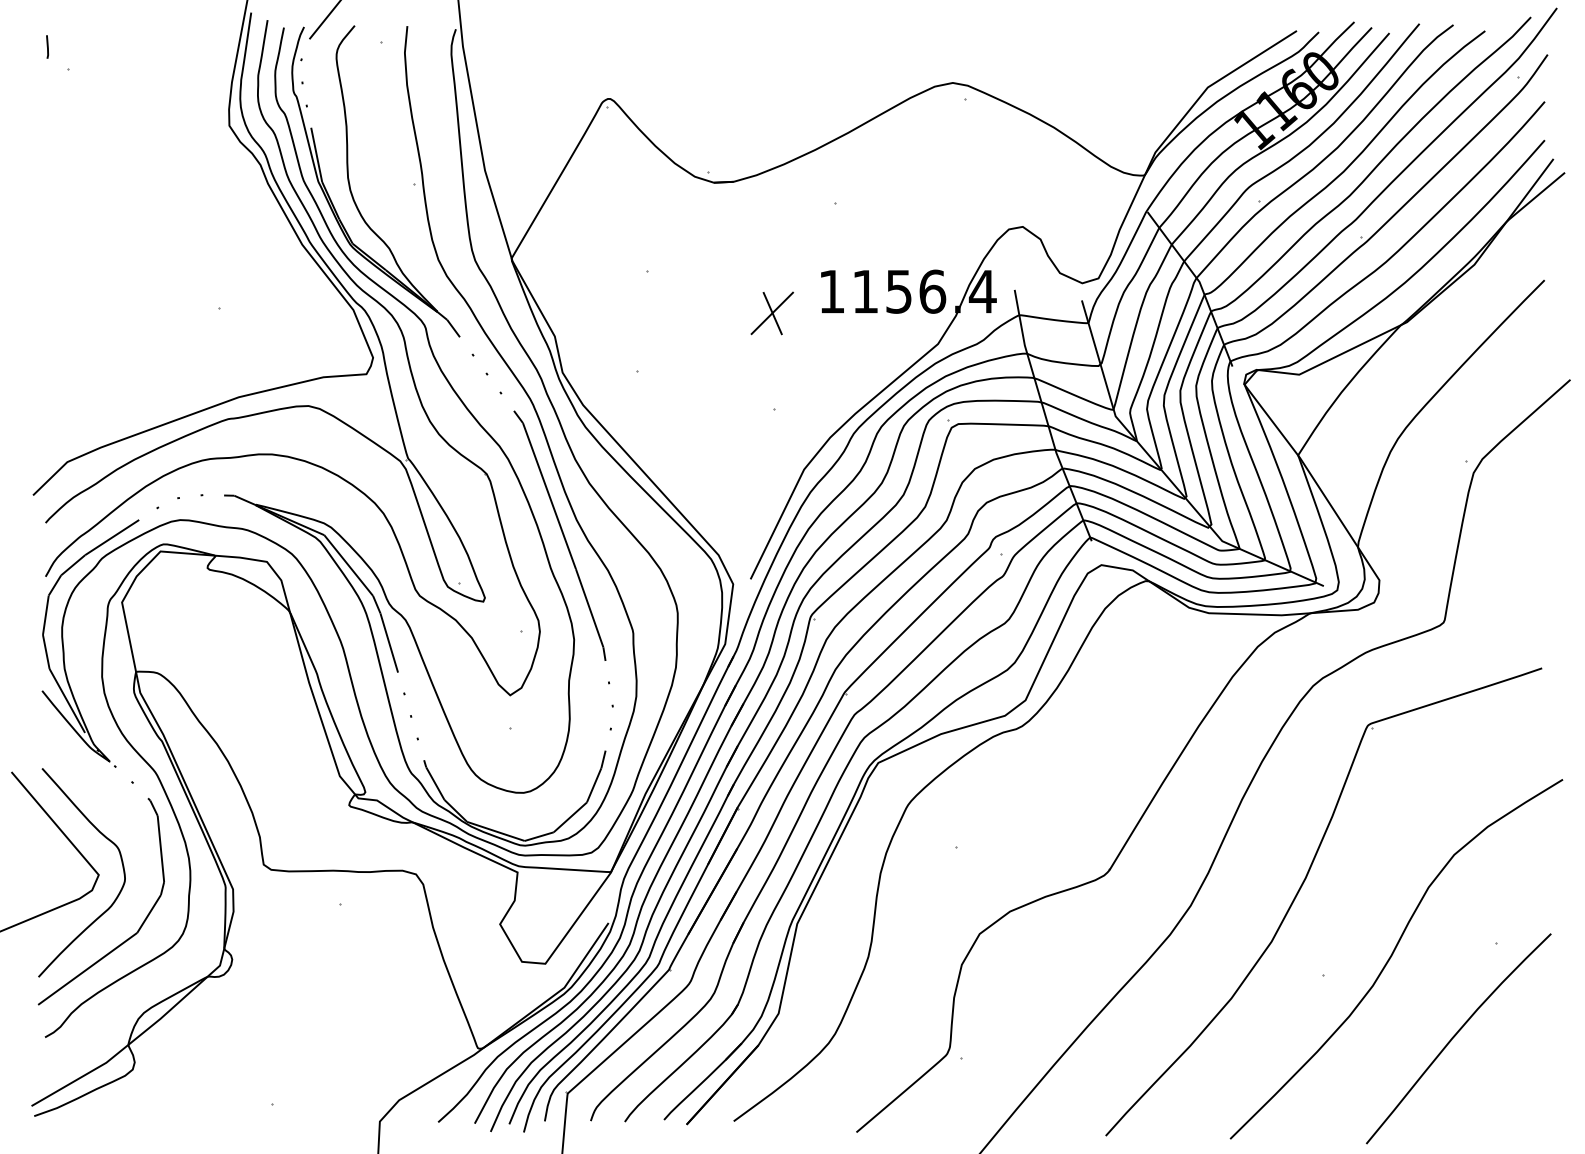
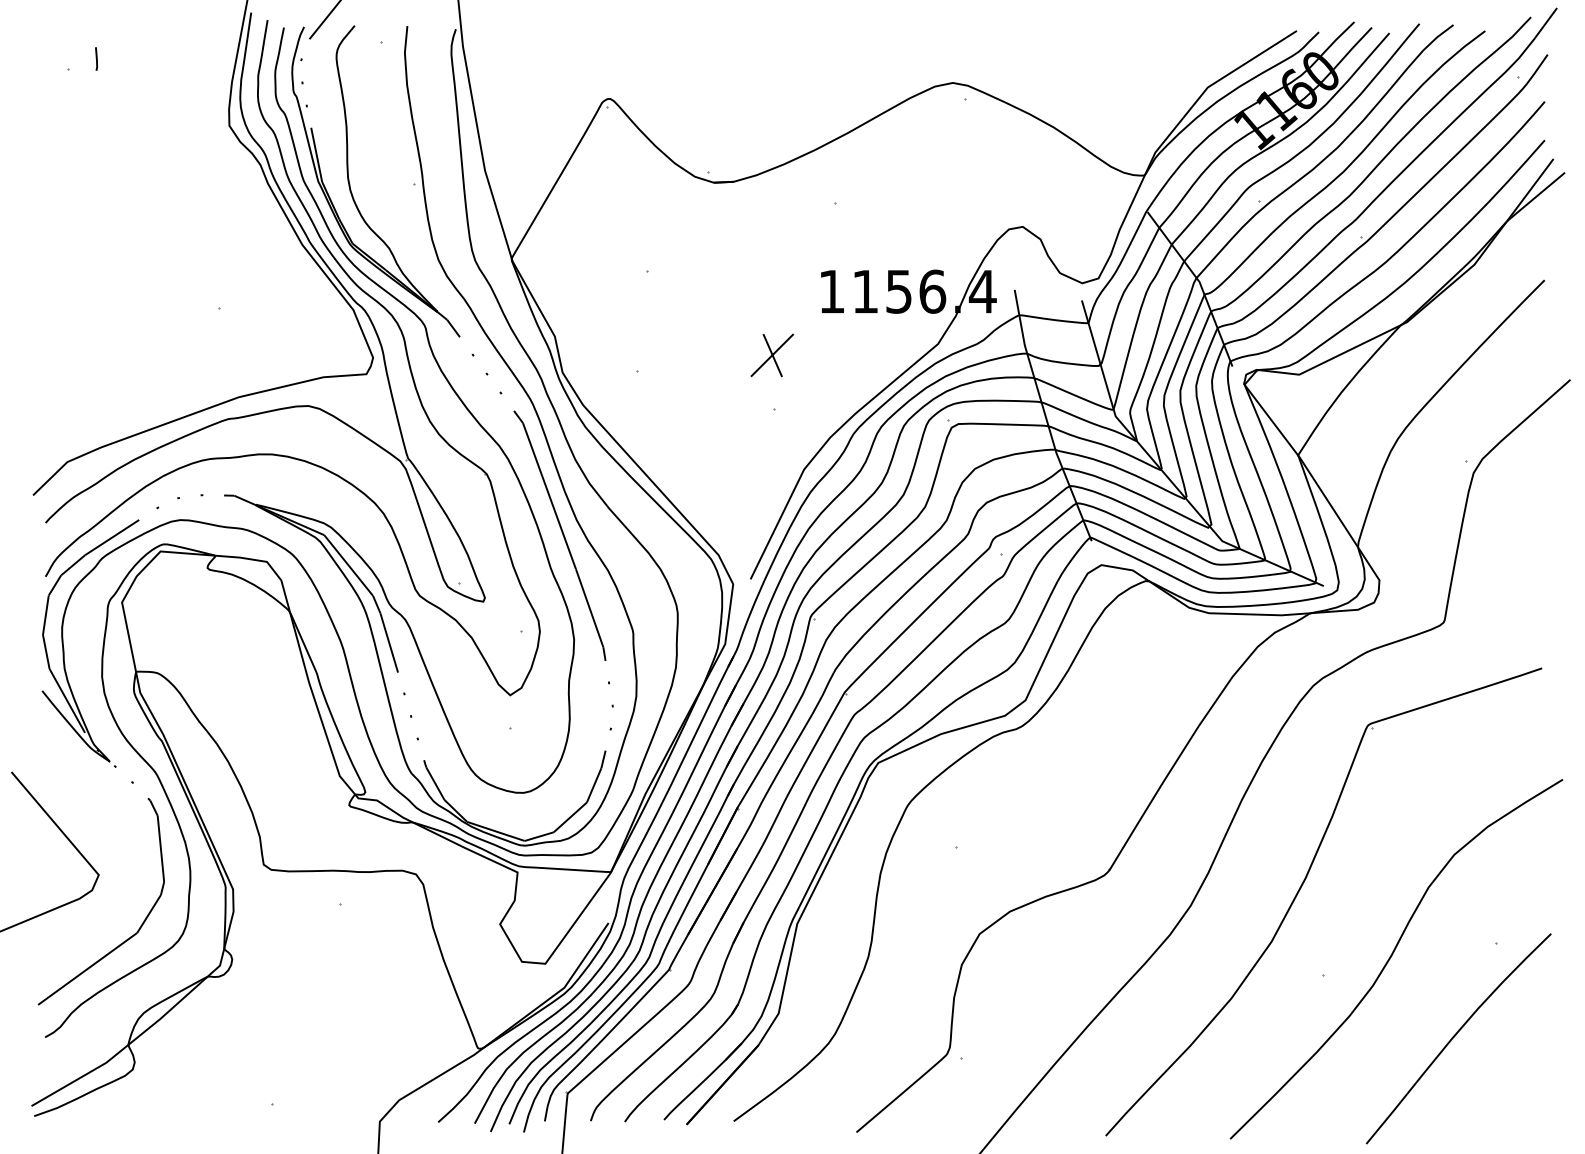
line at (47, 46) position: (47, 46) -> (96, 58)
part at (771, 313) position: (771, 313) -> (771, 355)
curve at (121, 863): present -> none
